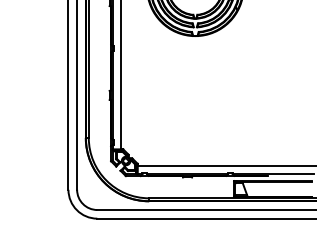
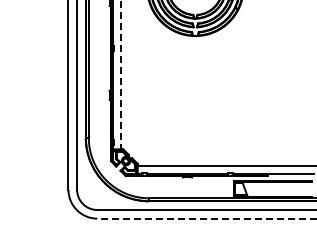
line at (121, 74): solid -> dashed
line at (206, 218): solid -> dashed
